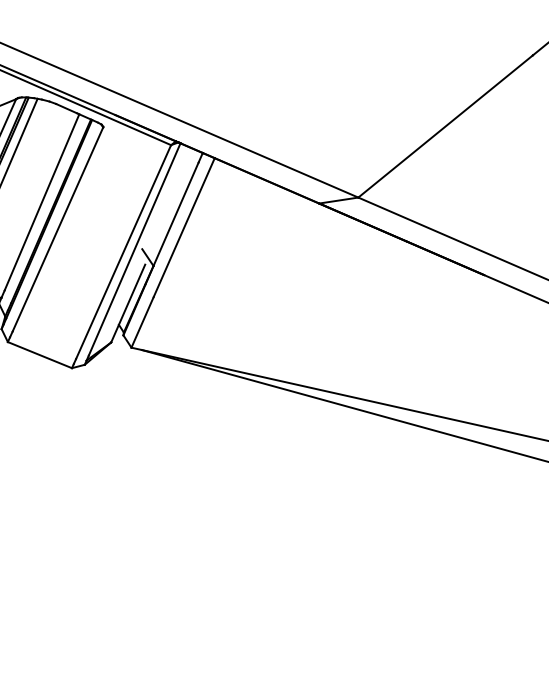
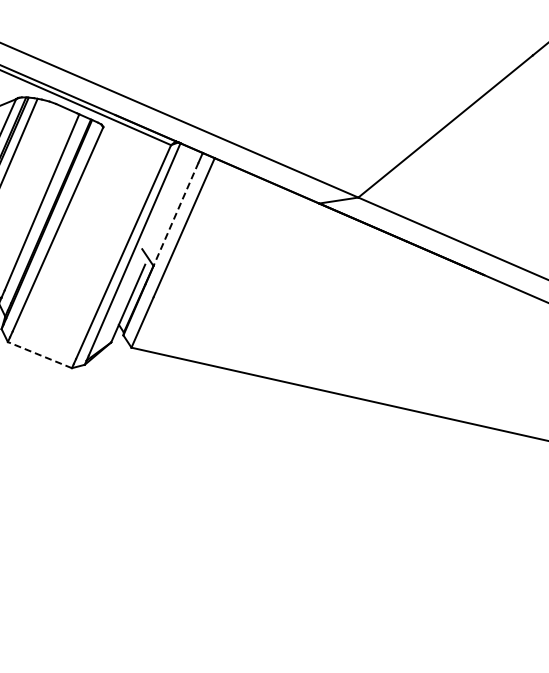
line at (175, 214): solid -> dashed
line at (39, 355): solid -> dashed
line at (343, 405): present -> none
